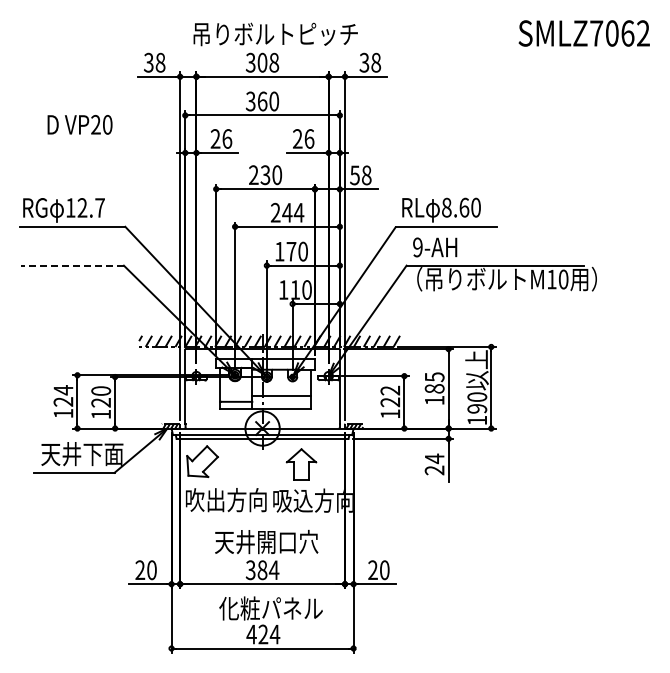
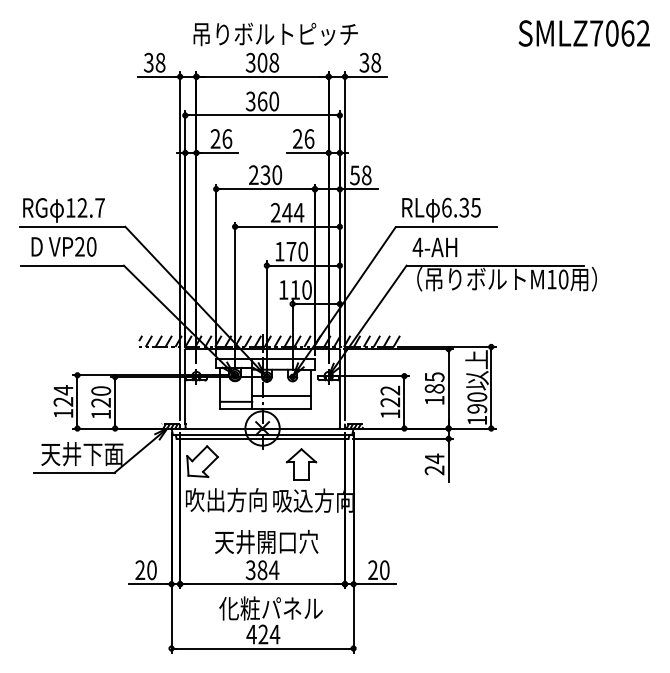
text at (79, 124) position: (79, 124) -> (63, 246)
text at (461, 207): 8.60 -> 6.35
text at (417, 247): 9-AH -> 4-AH
line at (72, 265): dashed -> solid
